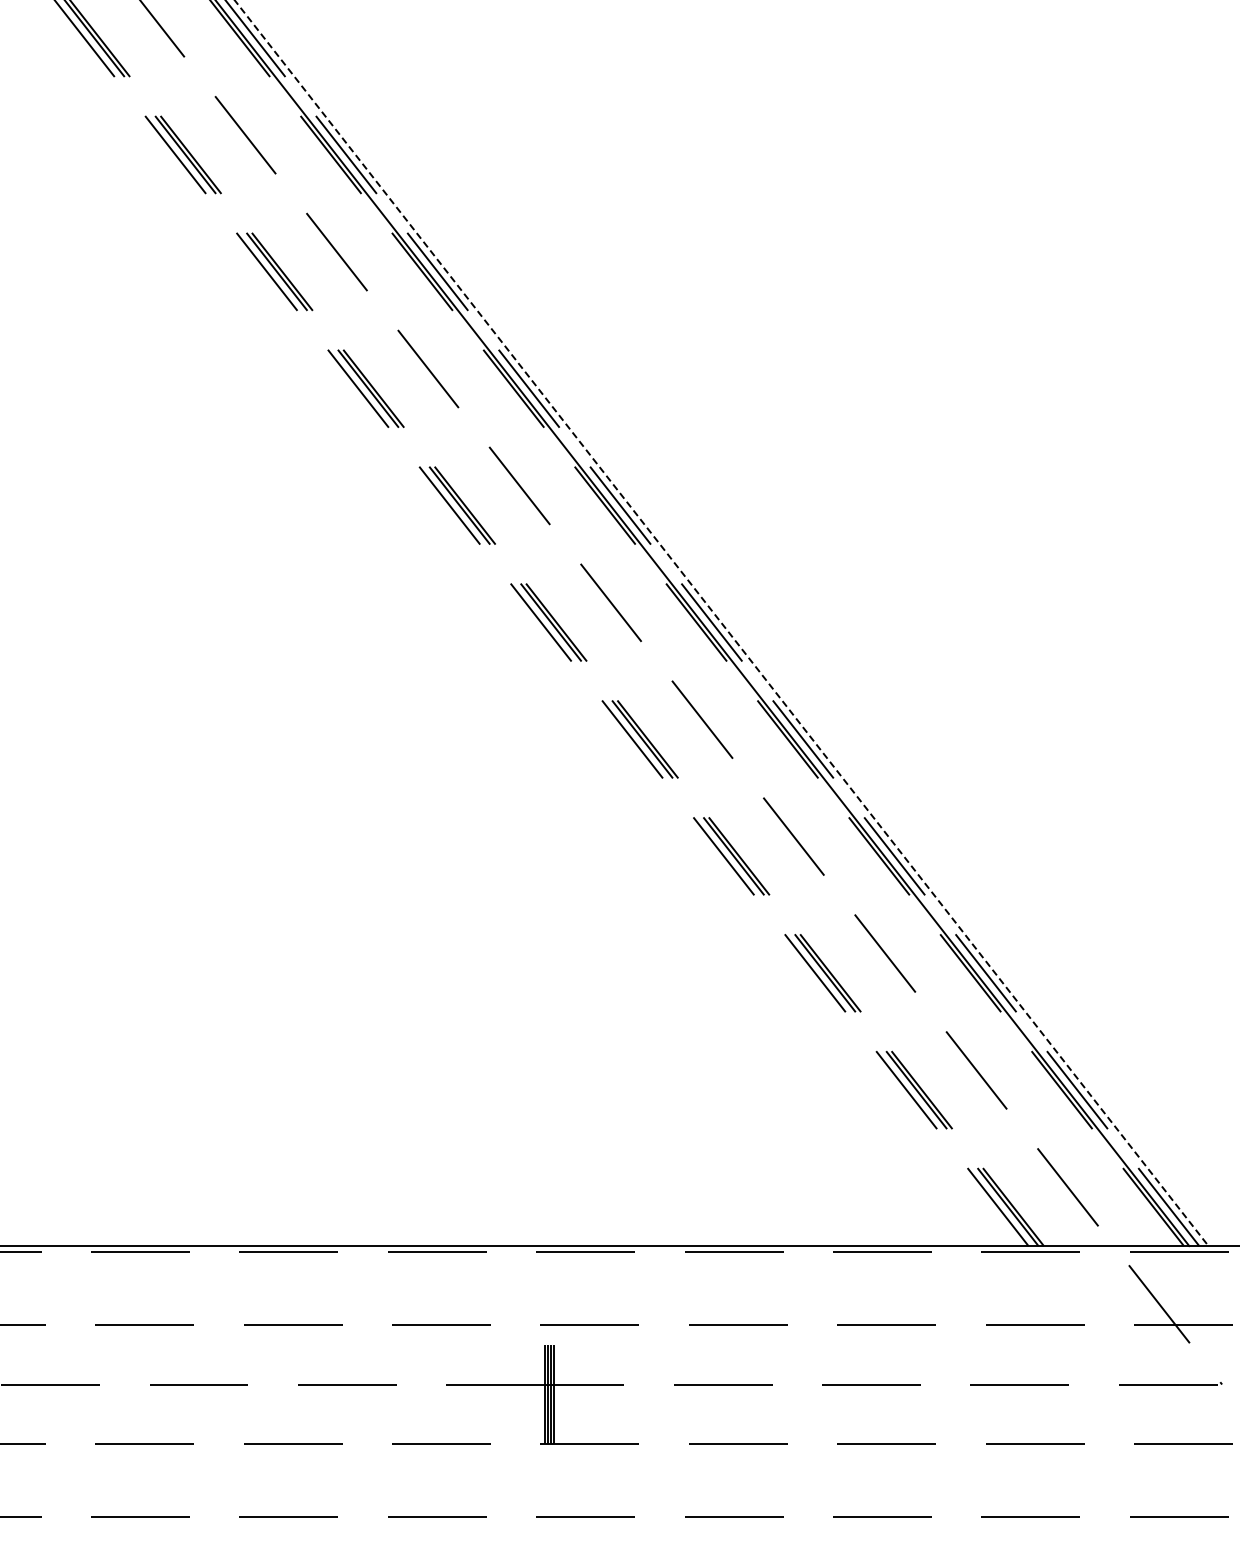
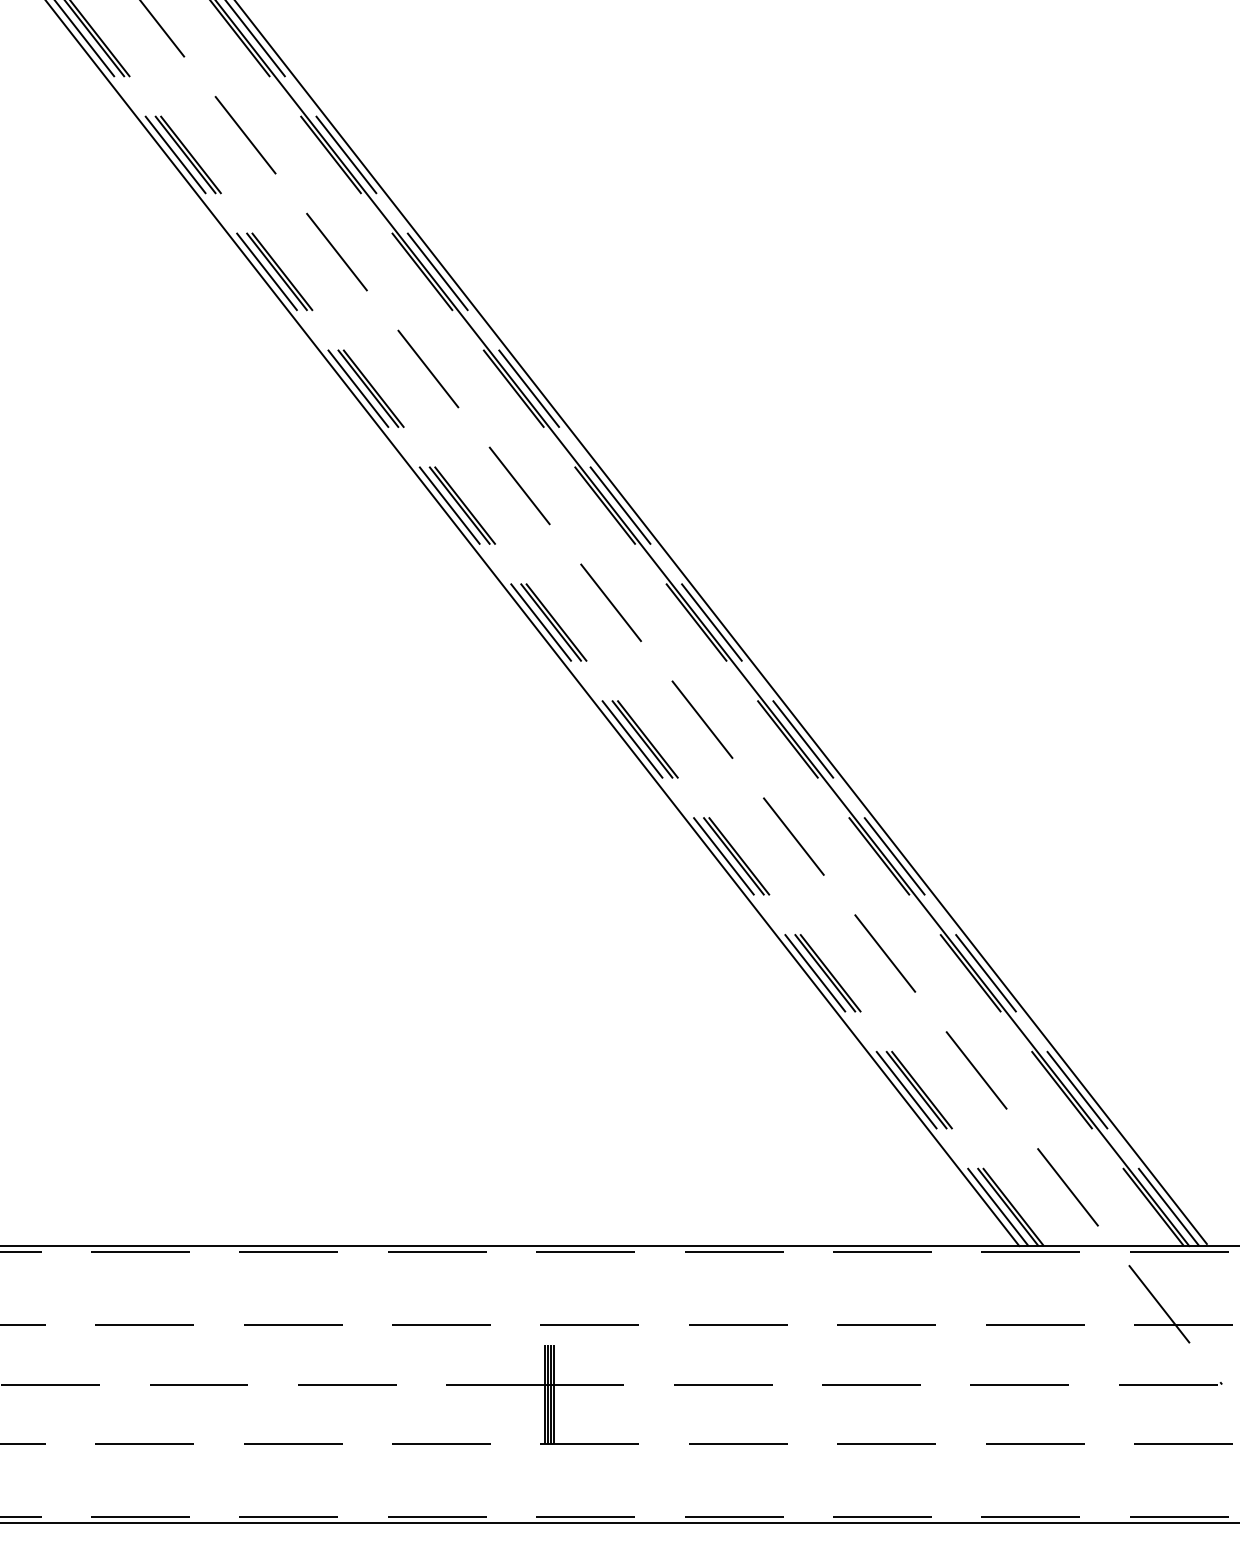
line at (720, 621): dashed -> solid
line at (533, 624): none -> present
line at (619, 1523): none -> present
